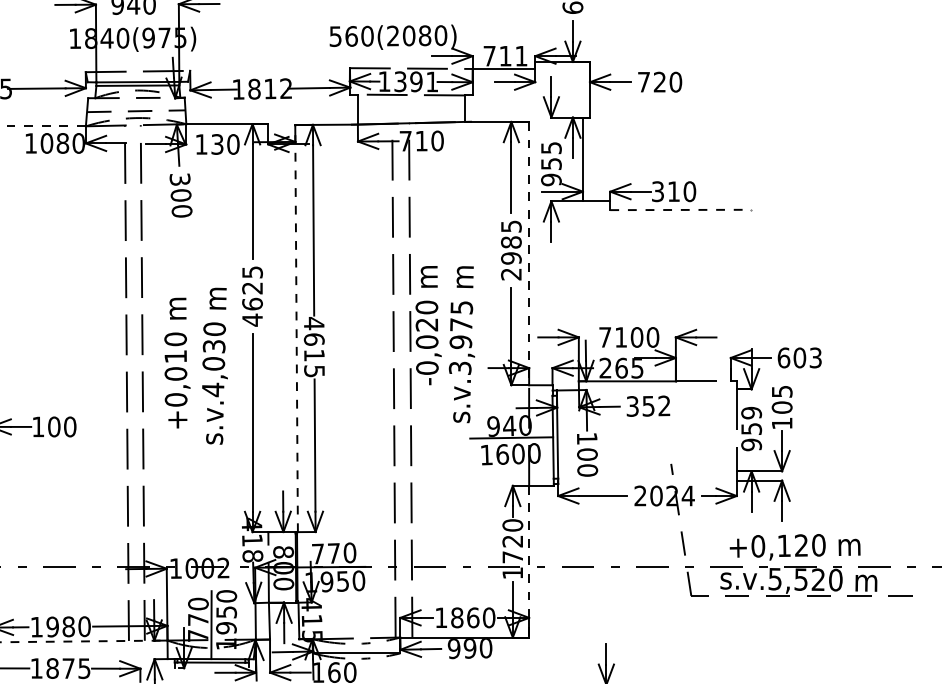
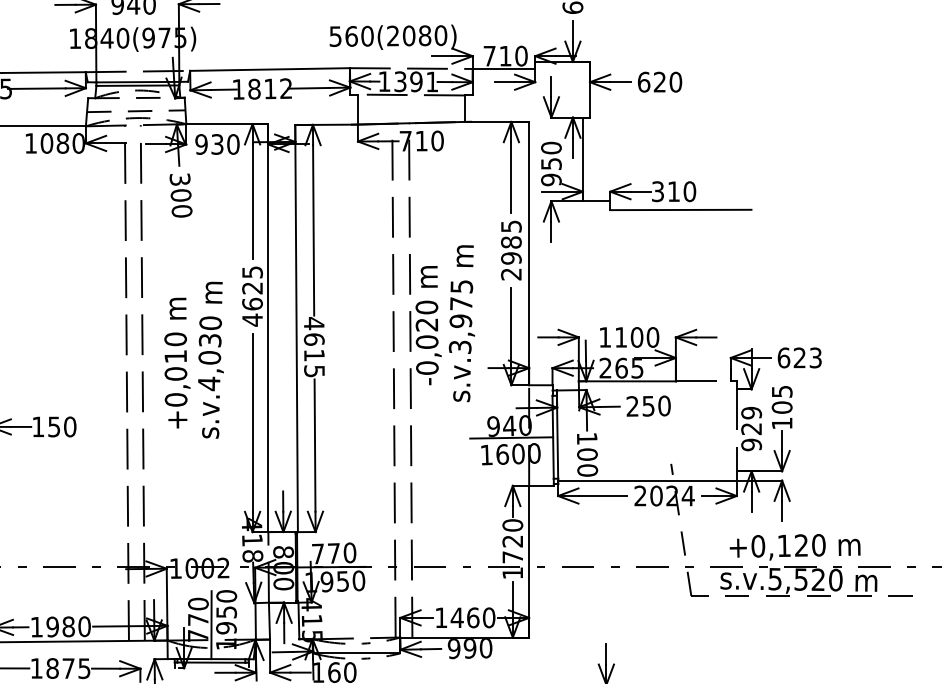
text at (521, 55): 711 -> 710
line at (269, 69): none -> present
line at (43, 72): none -> present
text at (643, 81): 720 -> 620
line at (43, 126): dashed -> solid
text at (201, 144): 130 -> 930
text at (551, 147): 955 -> 950
line at (680, 209): dashed -> solid
line at (529, 253): dashed -> solid
line at (268, 328): none -> present
line at (296, 328): dashed -> solid
text at (604, 337): 7100 -> 1100
text at (461, 344) position: (461, 344) -> (461, 323)
text at (799, 357): 603 -> 623
text at (214, 365) position: (214, 365) -> (210, 359)
text at (648, 405): 352 -> 250
text at (54, 426): 100 -> 150
text at (751, 429): 959 -> 929
line at (647, 480): none -> present
line at (529, 561): dashed -> solid
text at (456, 617): 1860 -> 1460
line at (84, 641): dashed -> solid
